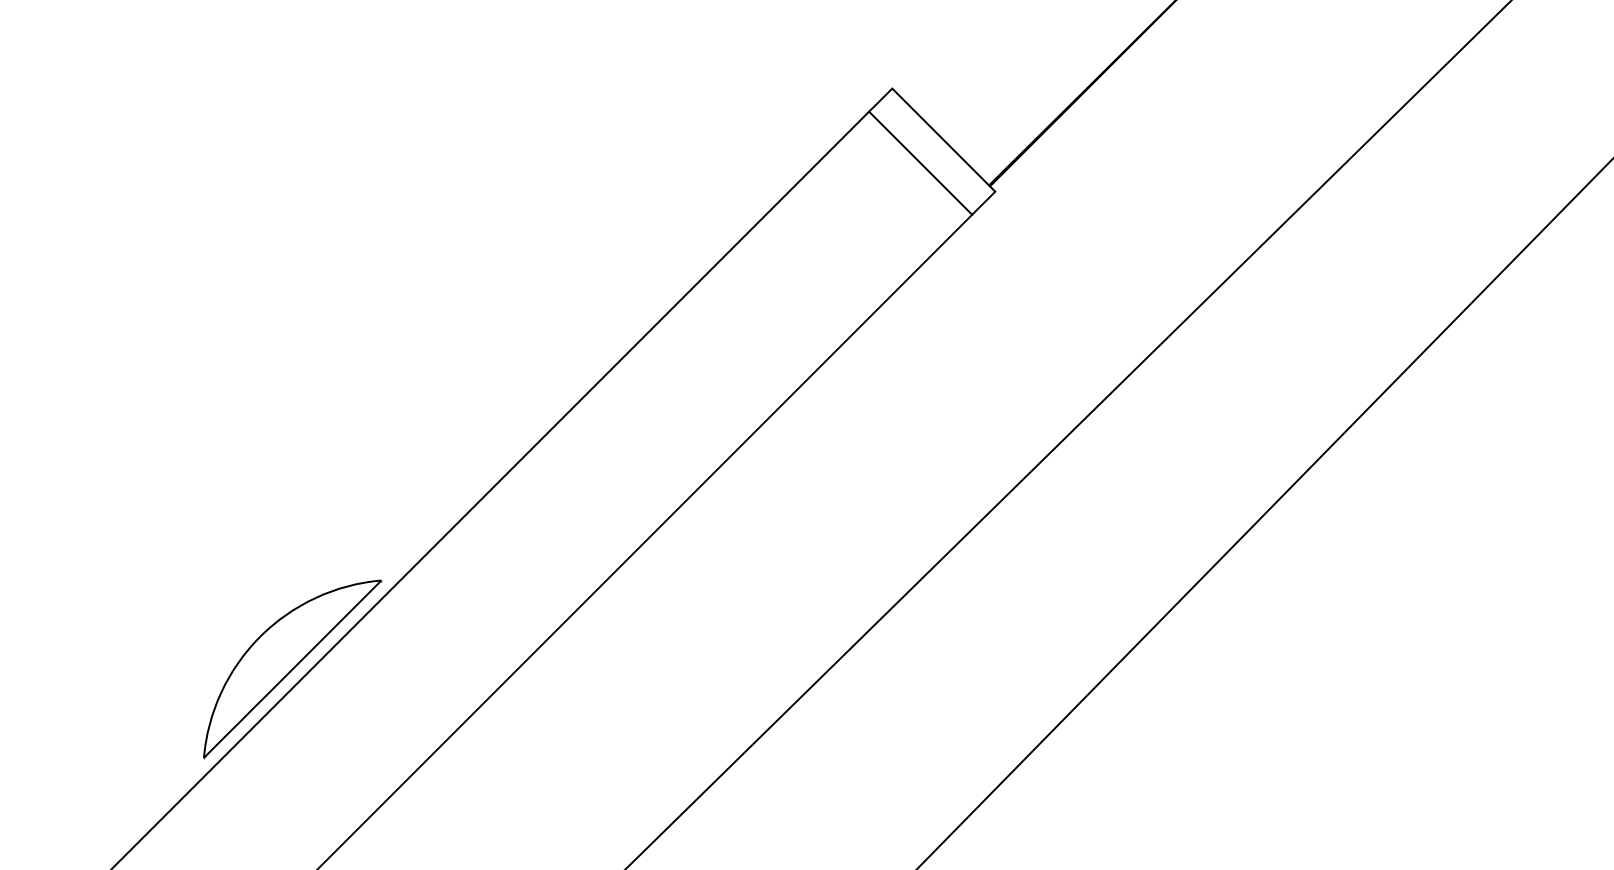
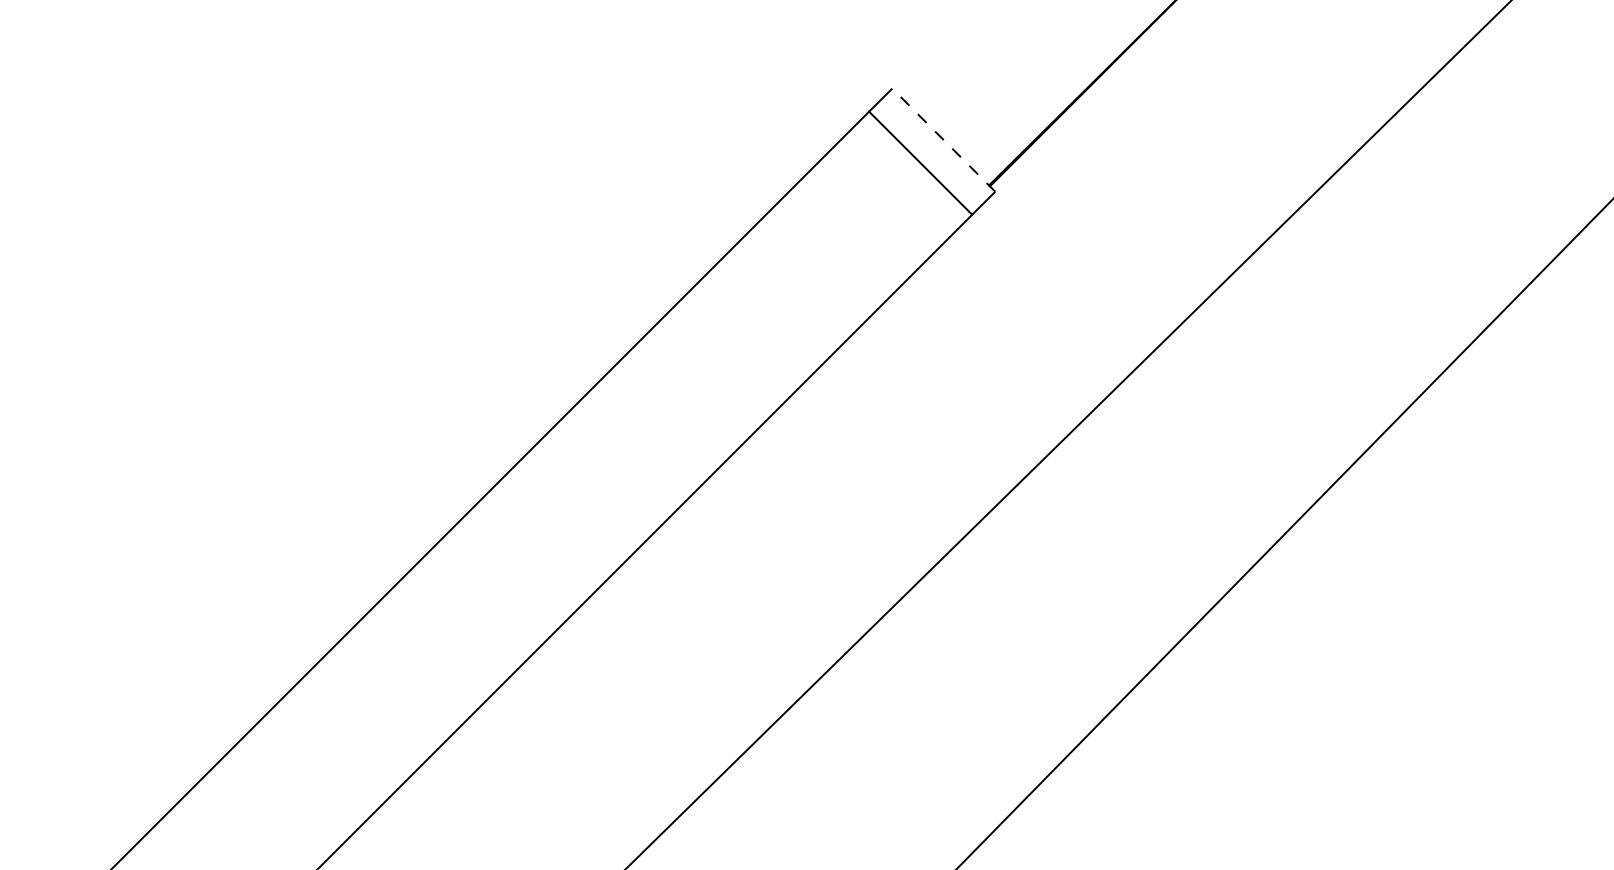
line at (943, 140): solid -> dashed
line at (1264, 513) position: (1264, 513) -> (1284, 533)
part at (292, 669): present -> none
